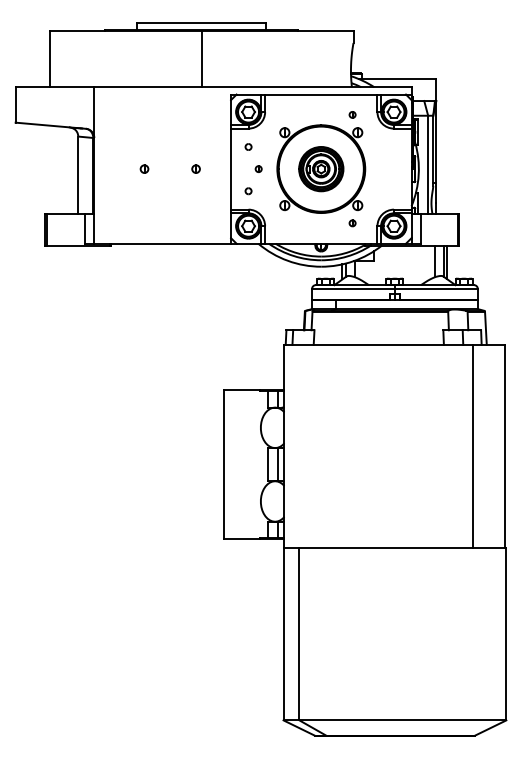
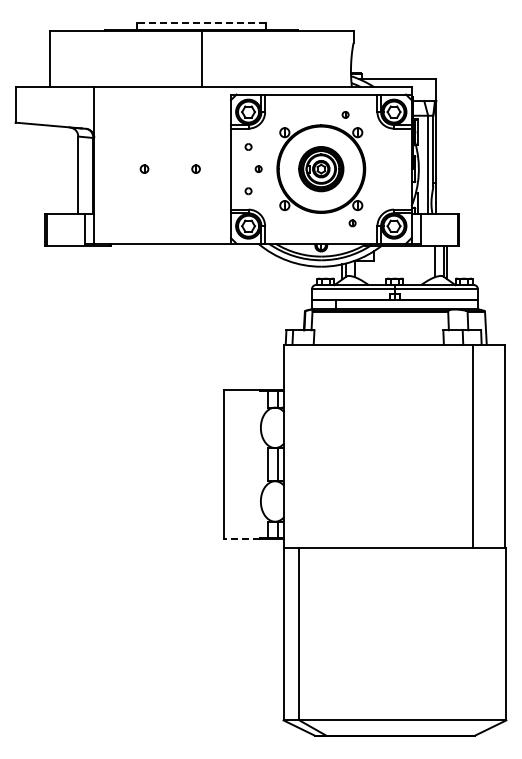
line at (201, 22): solid -> dashed
part at (352, 114) position: (352, 114) -> (345, 114)
line at (242, 539): solid -> dashed
